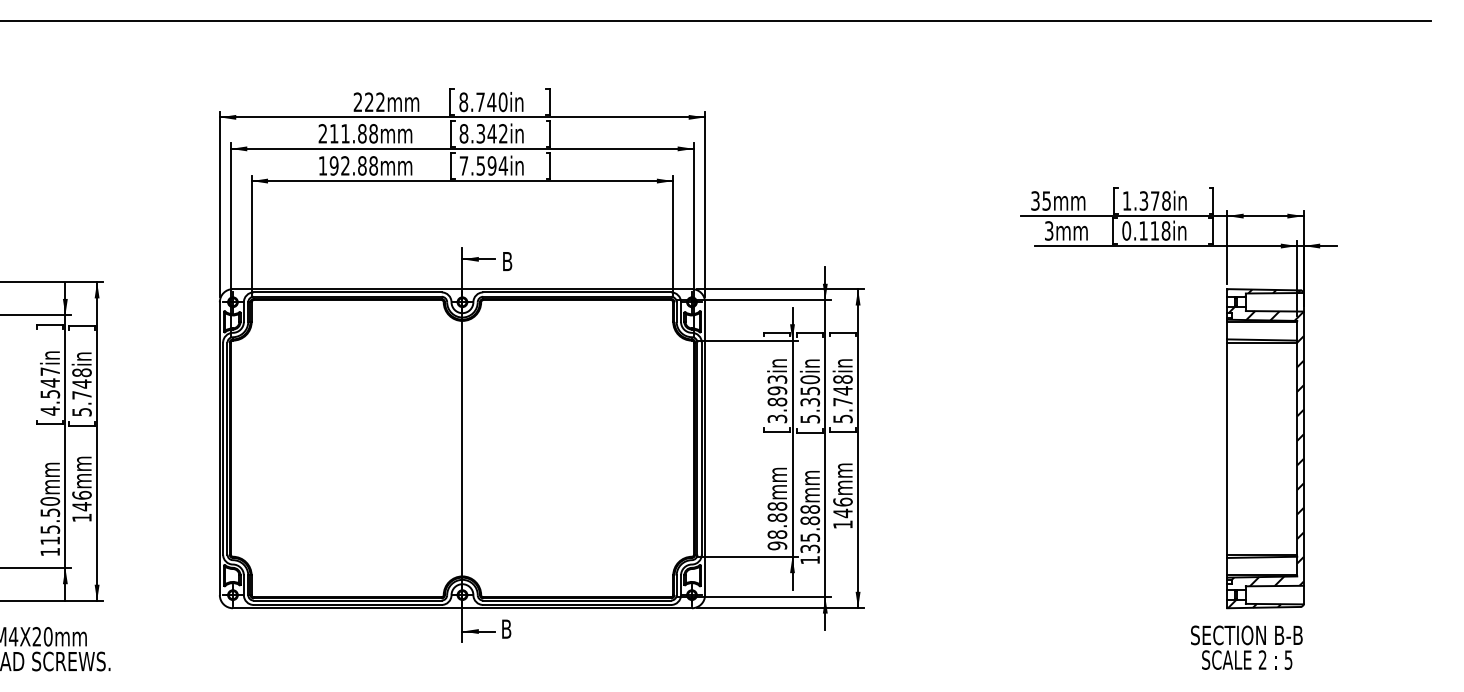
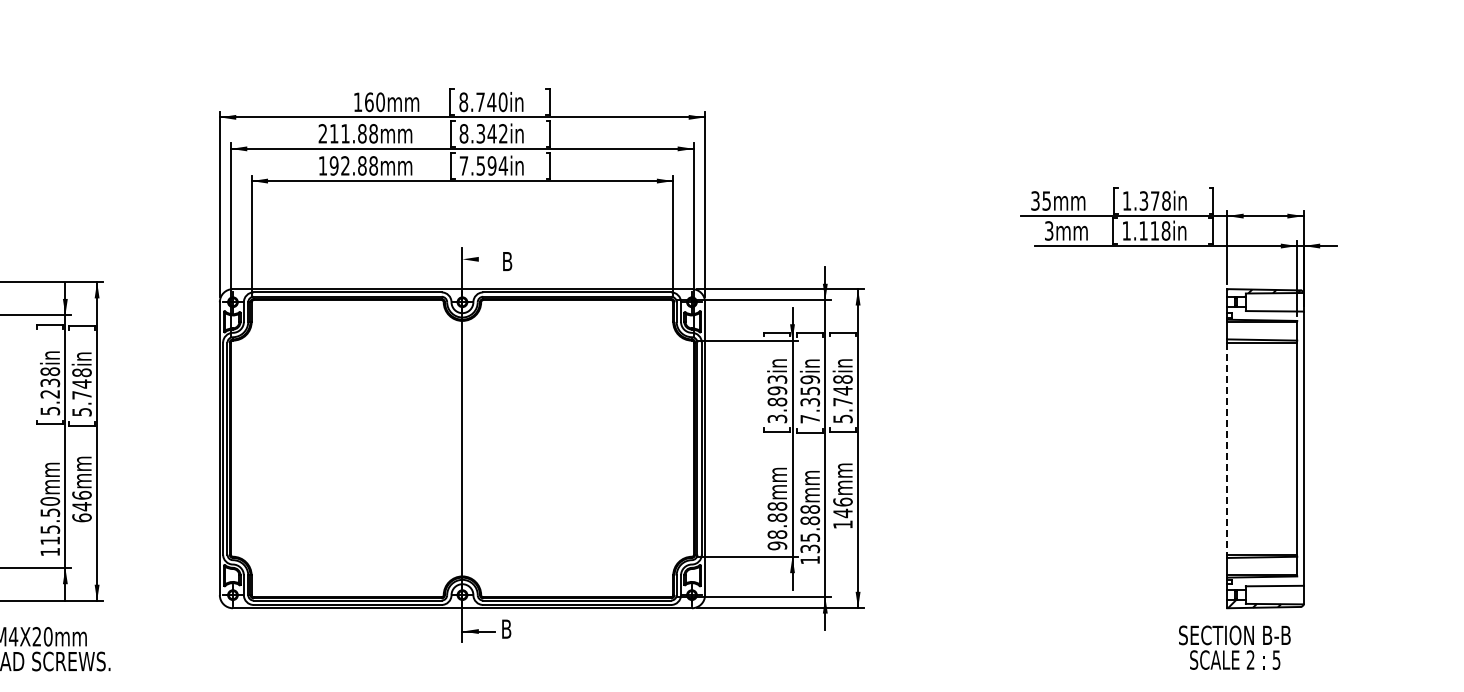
line at (716, 20): present -> none
text at (368, 102): 222mm -> 160mm
text at (1126, 230): 0.118in -> 1.118in
line at (478, 259): present -> none
text at (50, 391): 4.547in -> 5.238in
text at (810, 399): 5.350in -> 7.359in
hatch at (1265, 446): present -> none
line at (1227, 449): solid -> dashed
text at (81, 517): 146mm -> 646mm
text at (1246, 647) position: (1246, 647) -> (1234, 647)
